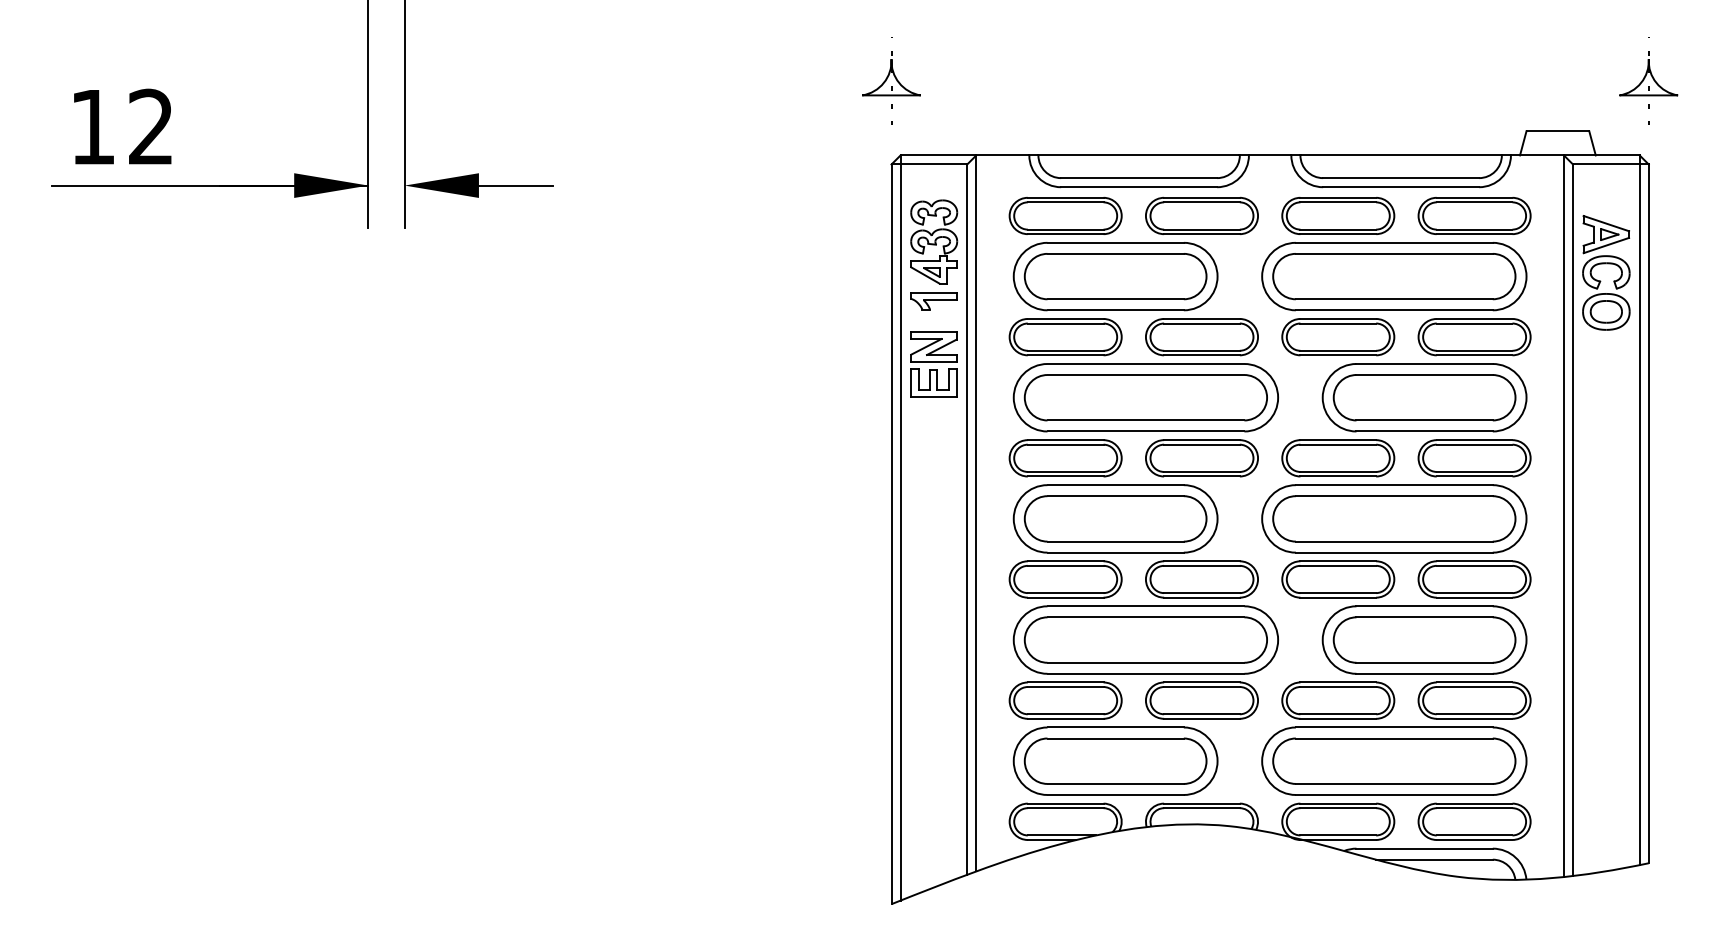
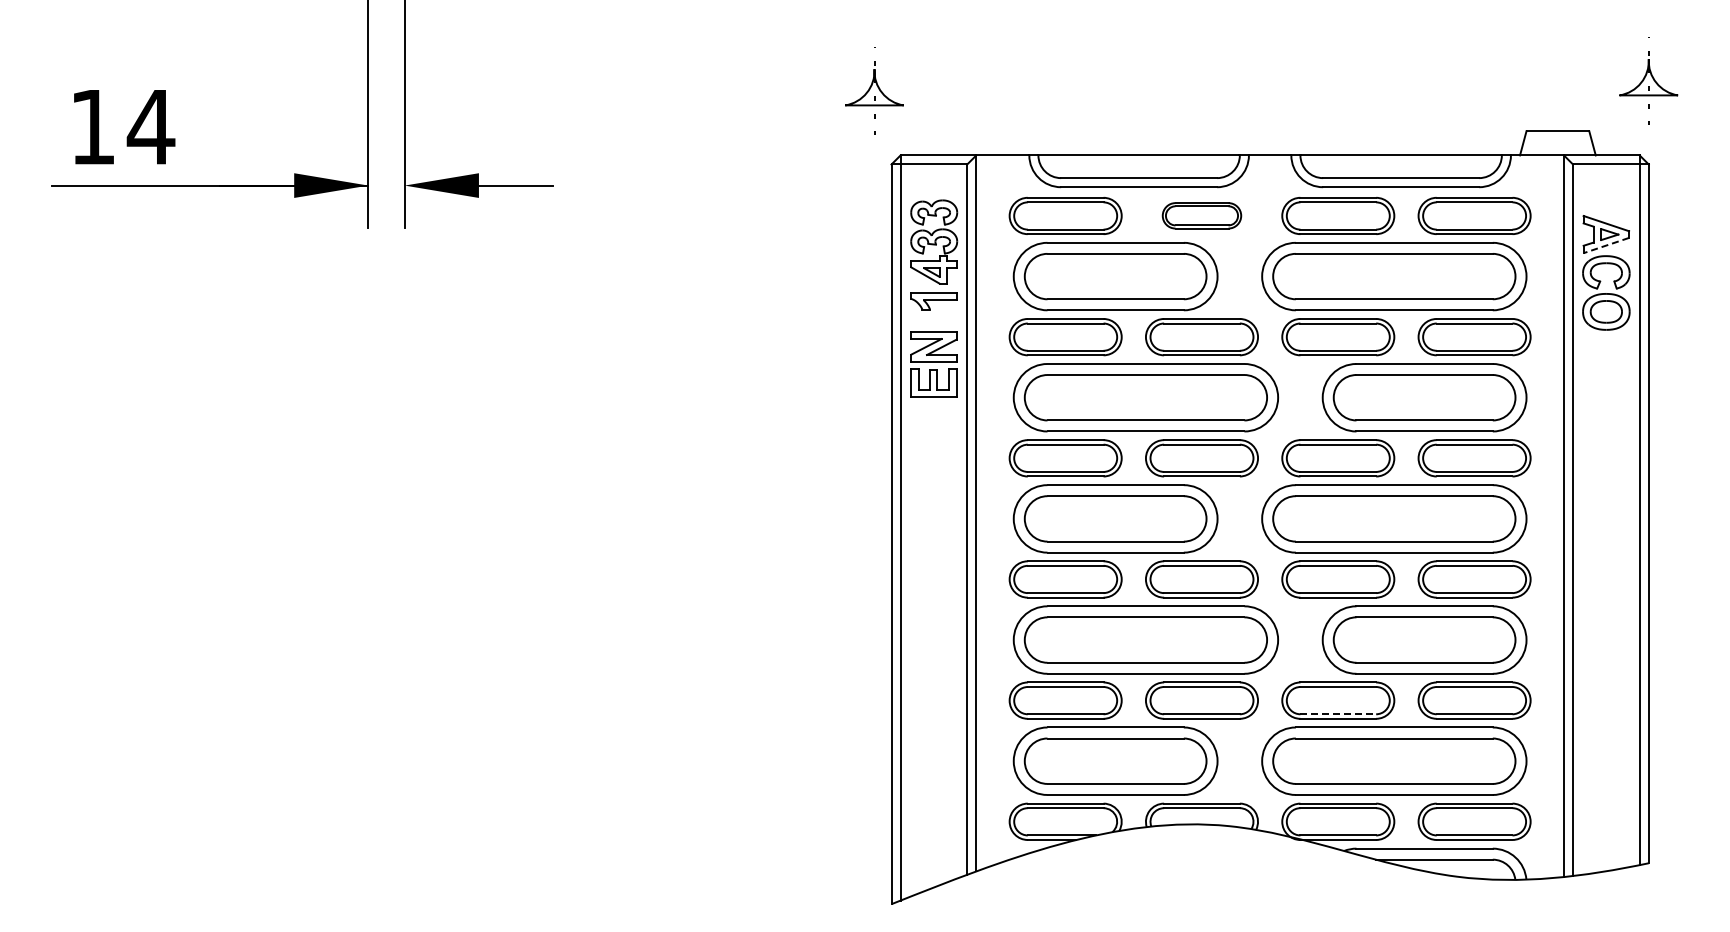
part at (891, 80) position: (891, 80) -> (874, 90)
text at (150, 126): 12 -> 14
part at (1201, 215) size: 114x39 px -> 82x28 px
line at (1606, 245): solid -> dashed
line at (1338, 714): solid -> dashed
